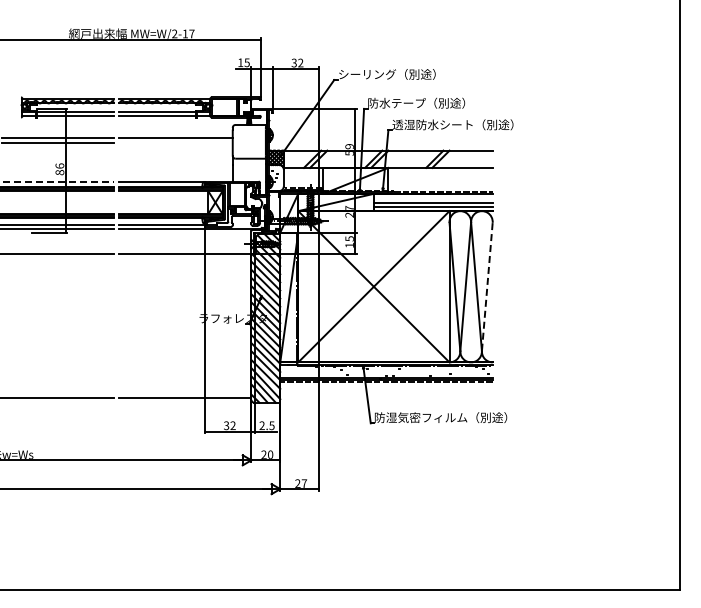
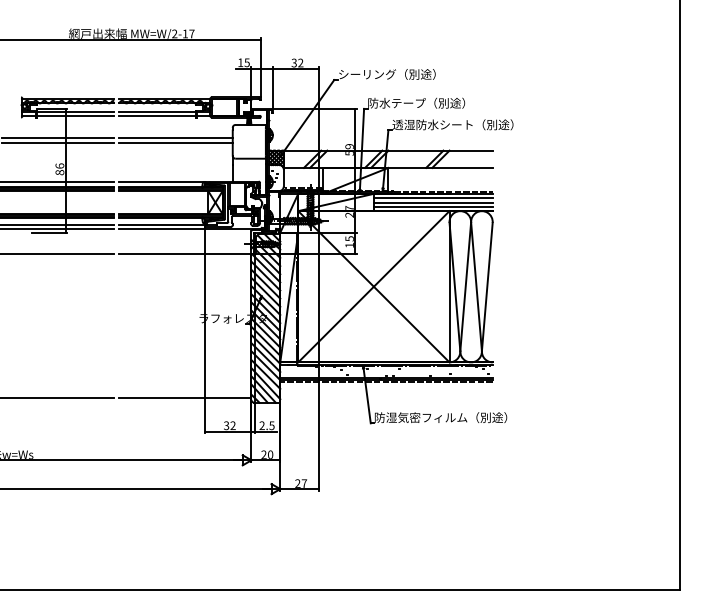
line at (175, 143): none -> present
line at (57, 182): dashed -> solid
line at (432, 198): none -> present
line at (487, 286): dashed -> solid
